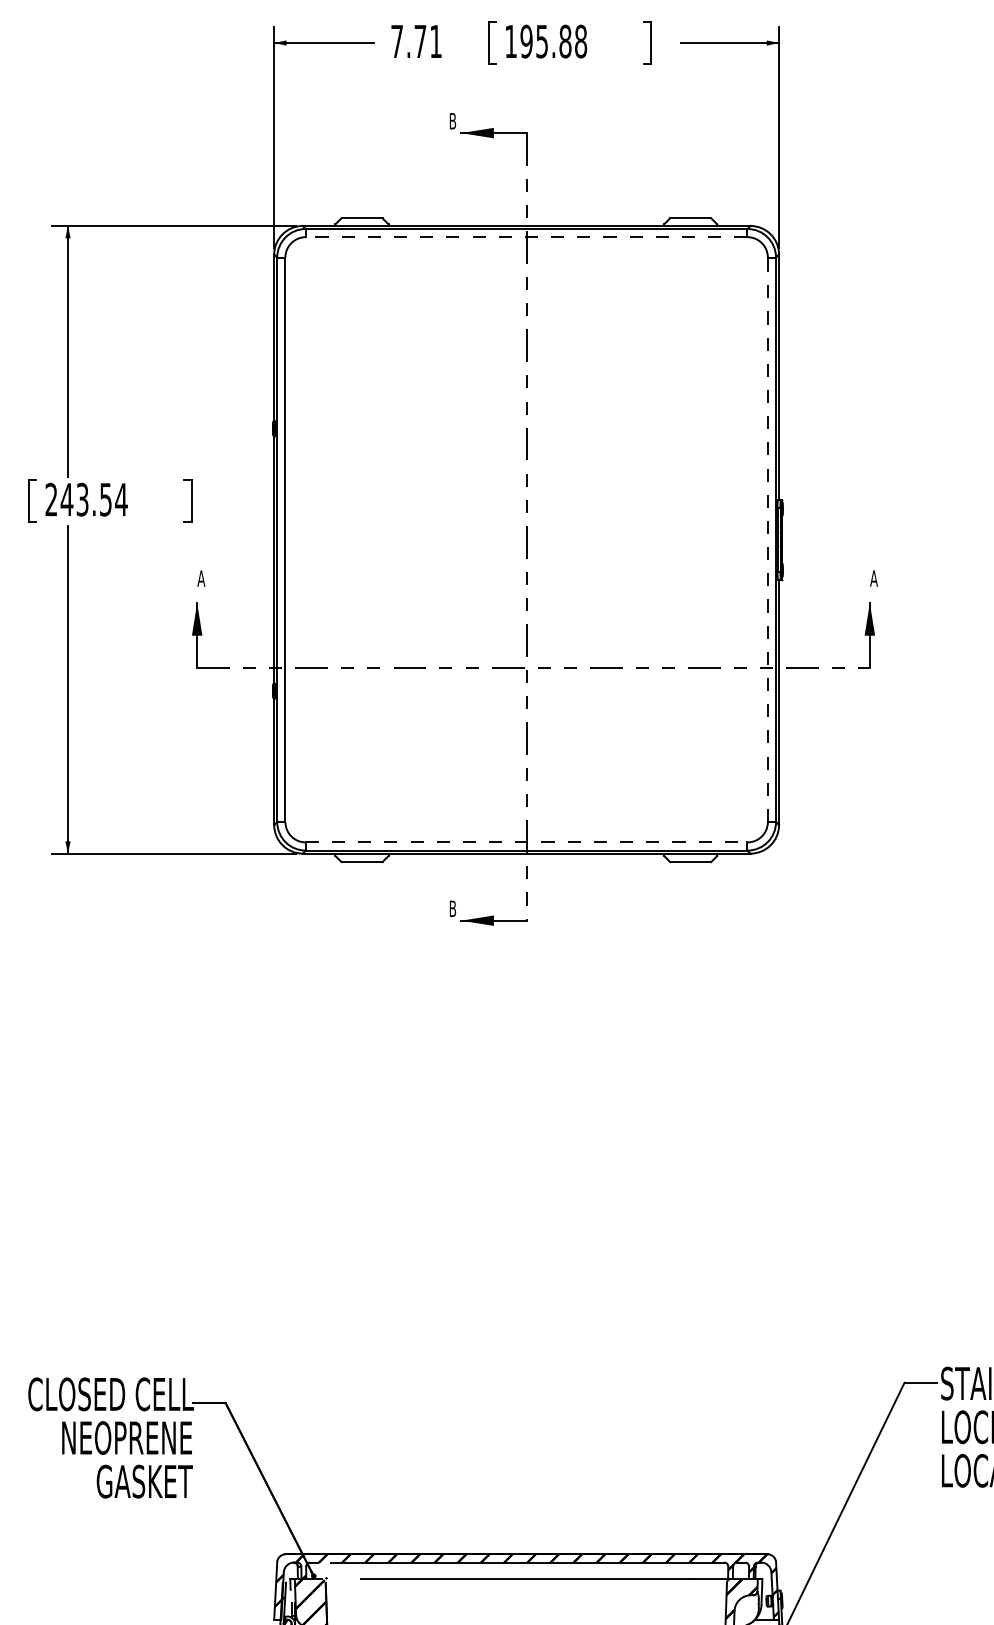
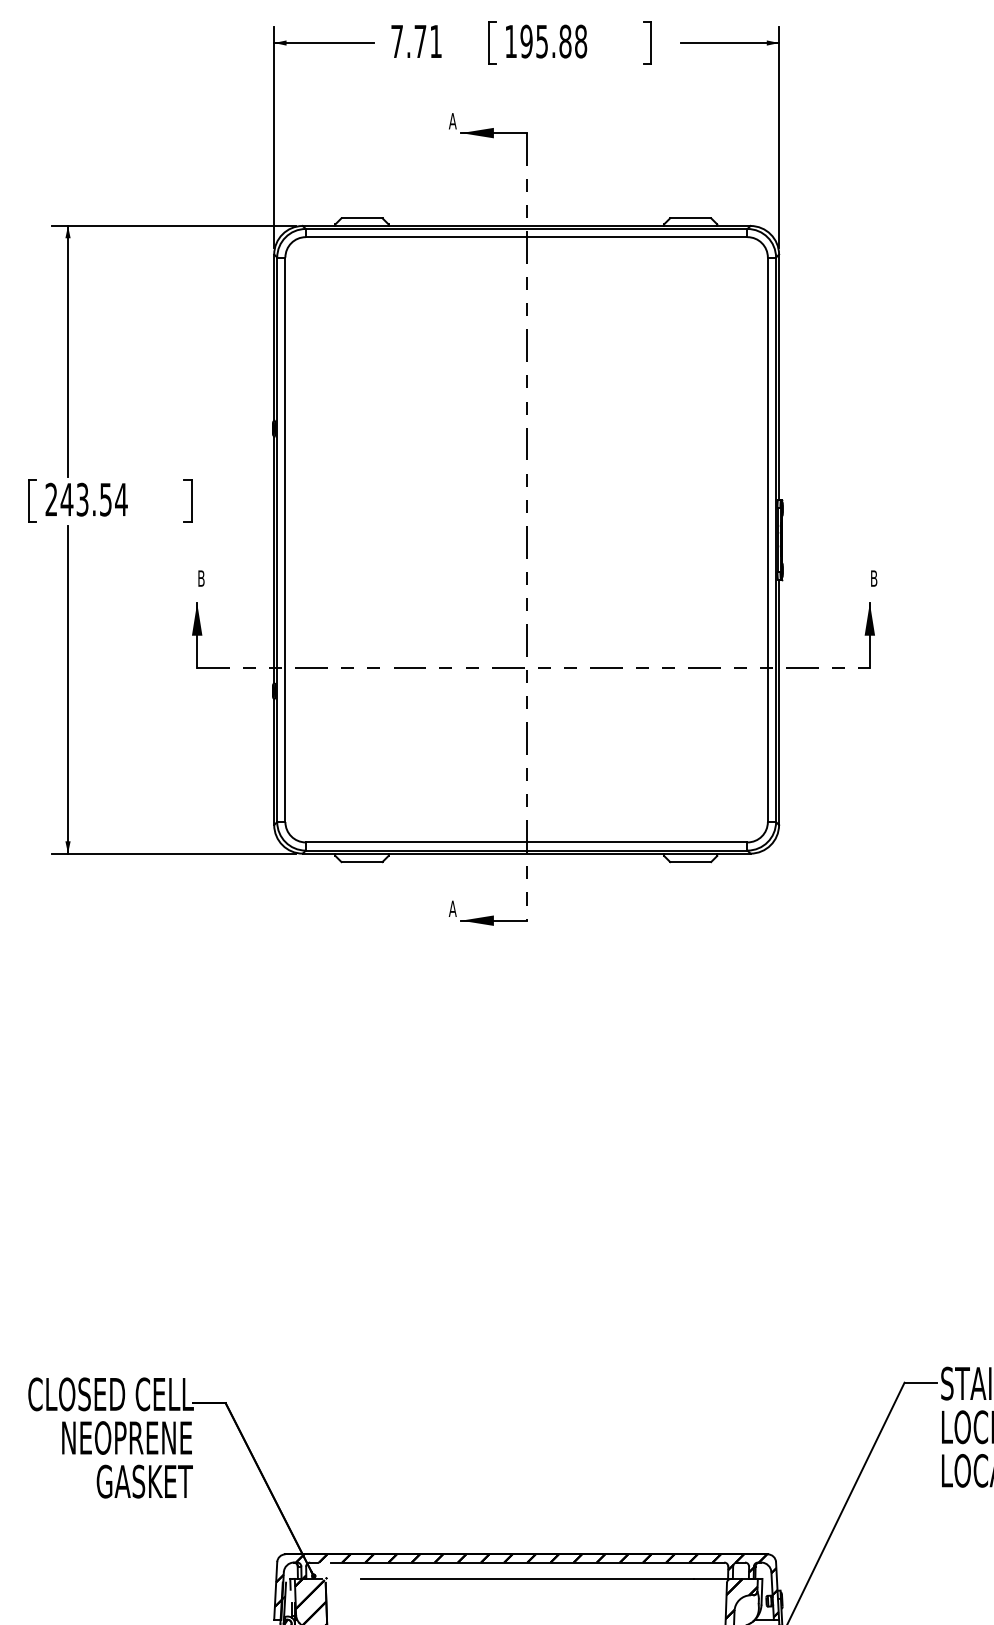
text at (452, 121): B -> A
line at (526, 237): dashed -> solid
line at (767, 539): dashed -> solid
text at (201, 578): A -> B
text at (873, 578): A -> B
line at (526, 842): dashed -> solid
text at (452, 908): B -> A
